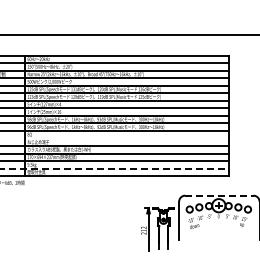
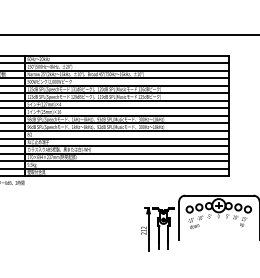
line at (115, 138): none -> present
line at (115, 168): dashed -> solid
line at (219, 195): dashed -> solid
